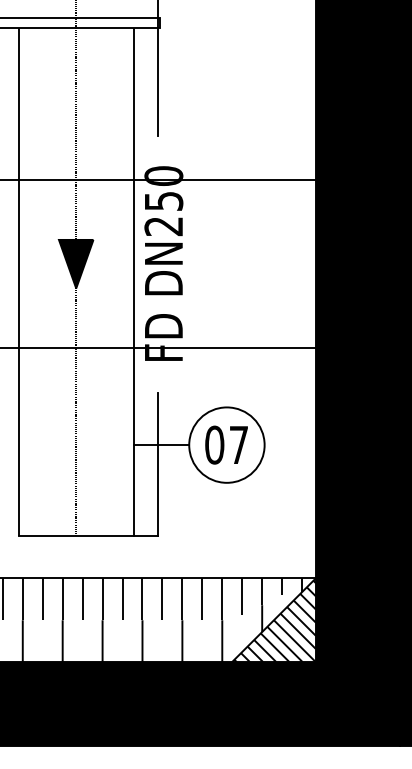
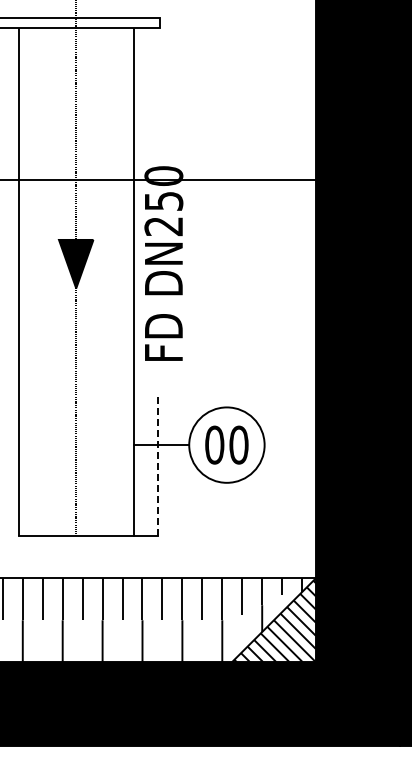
line at (157, 68): present -> none
line at (158, 347): present -> none
text at (238, 444): 07 -> 00
line at (157, 464): solid -> dashed
